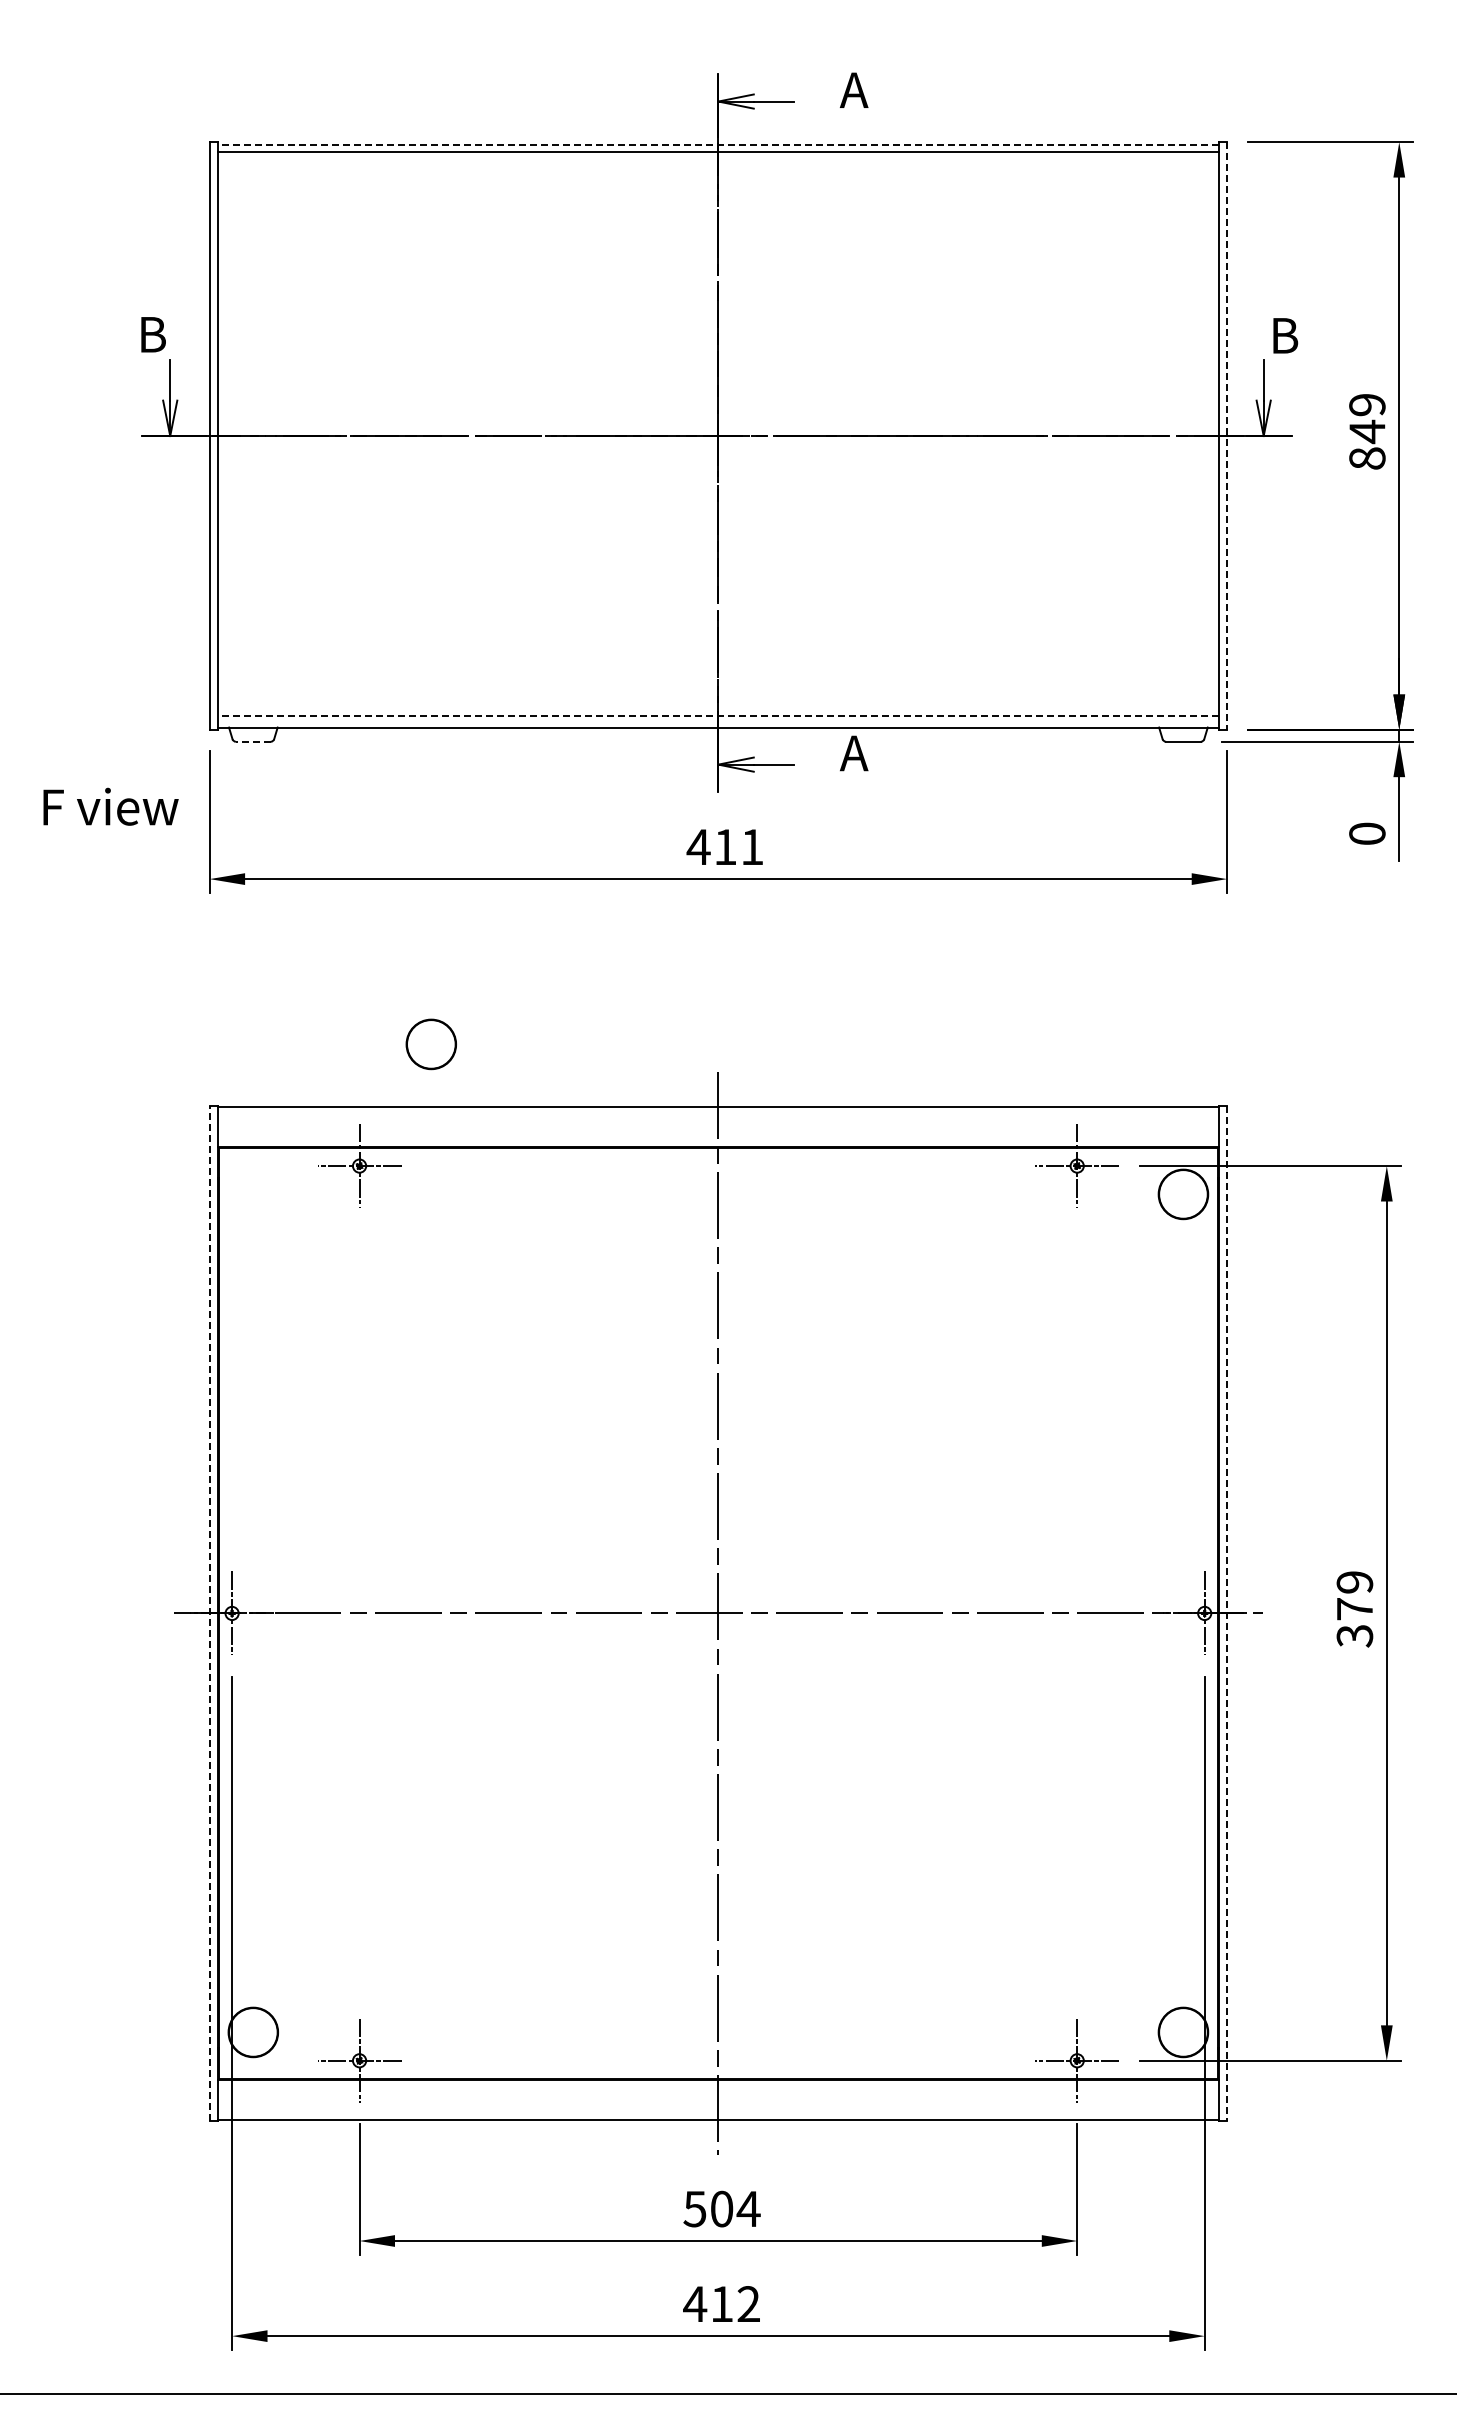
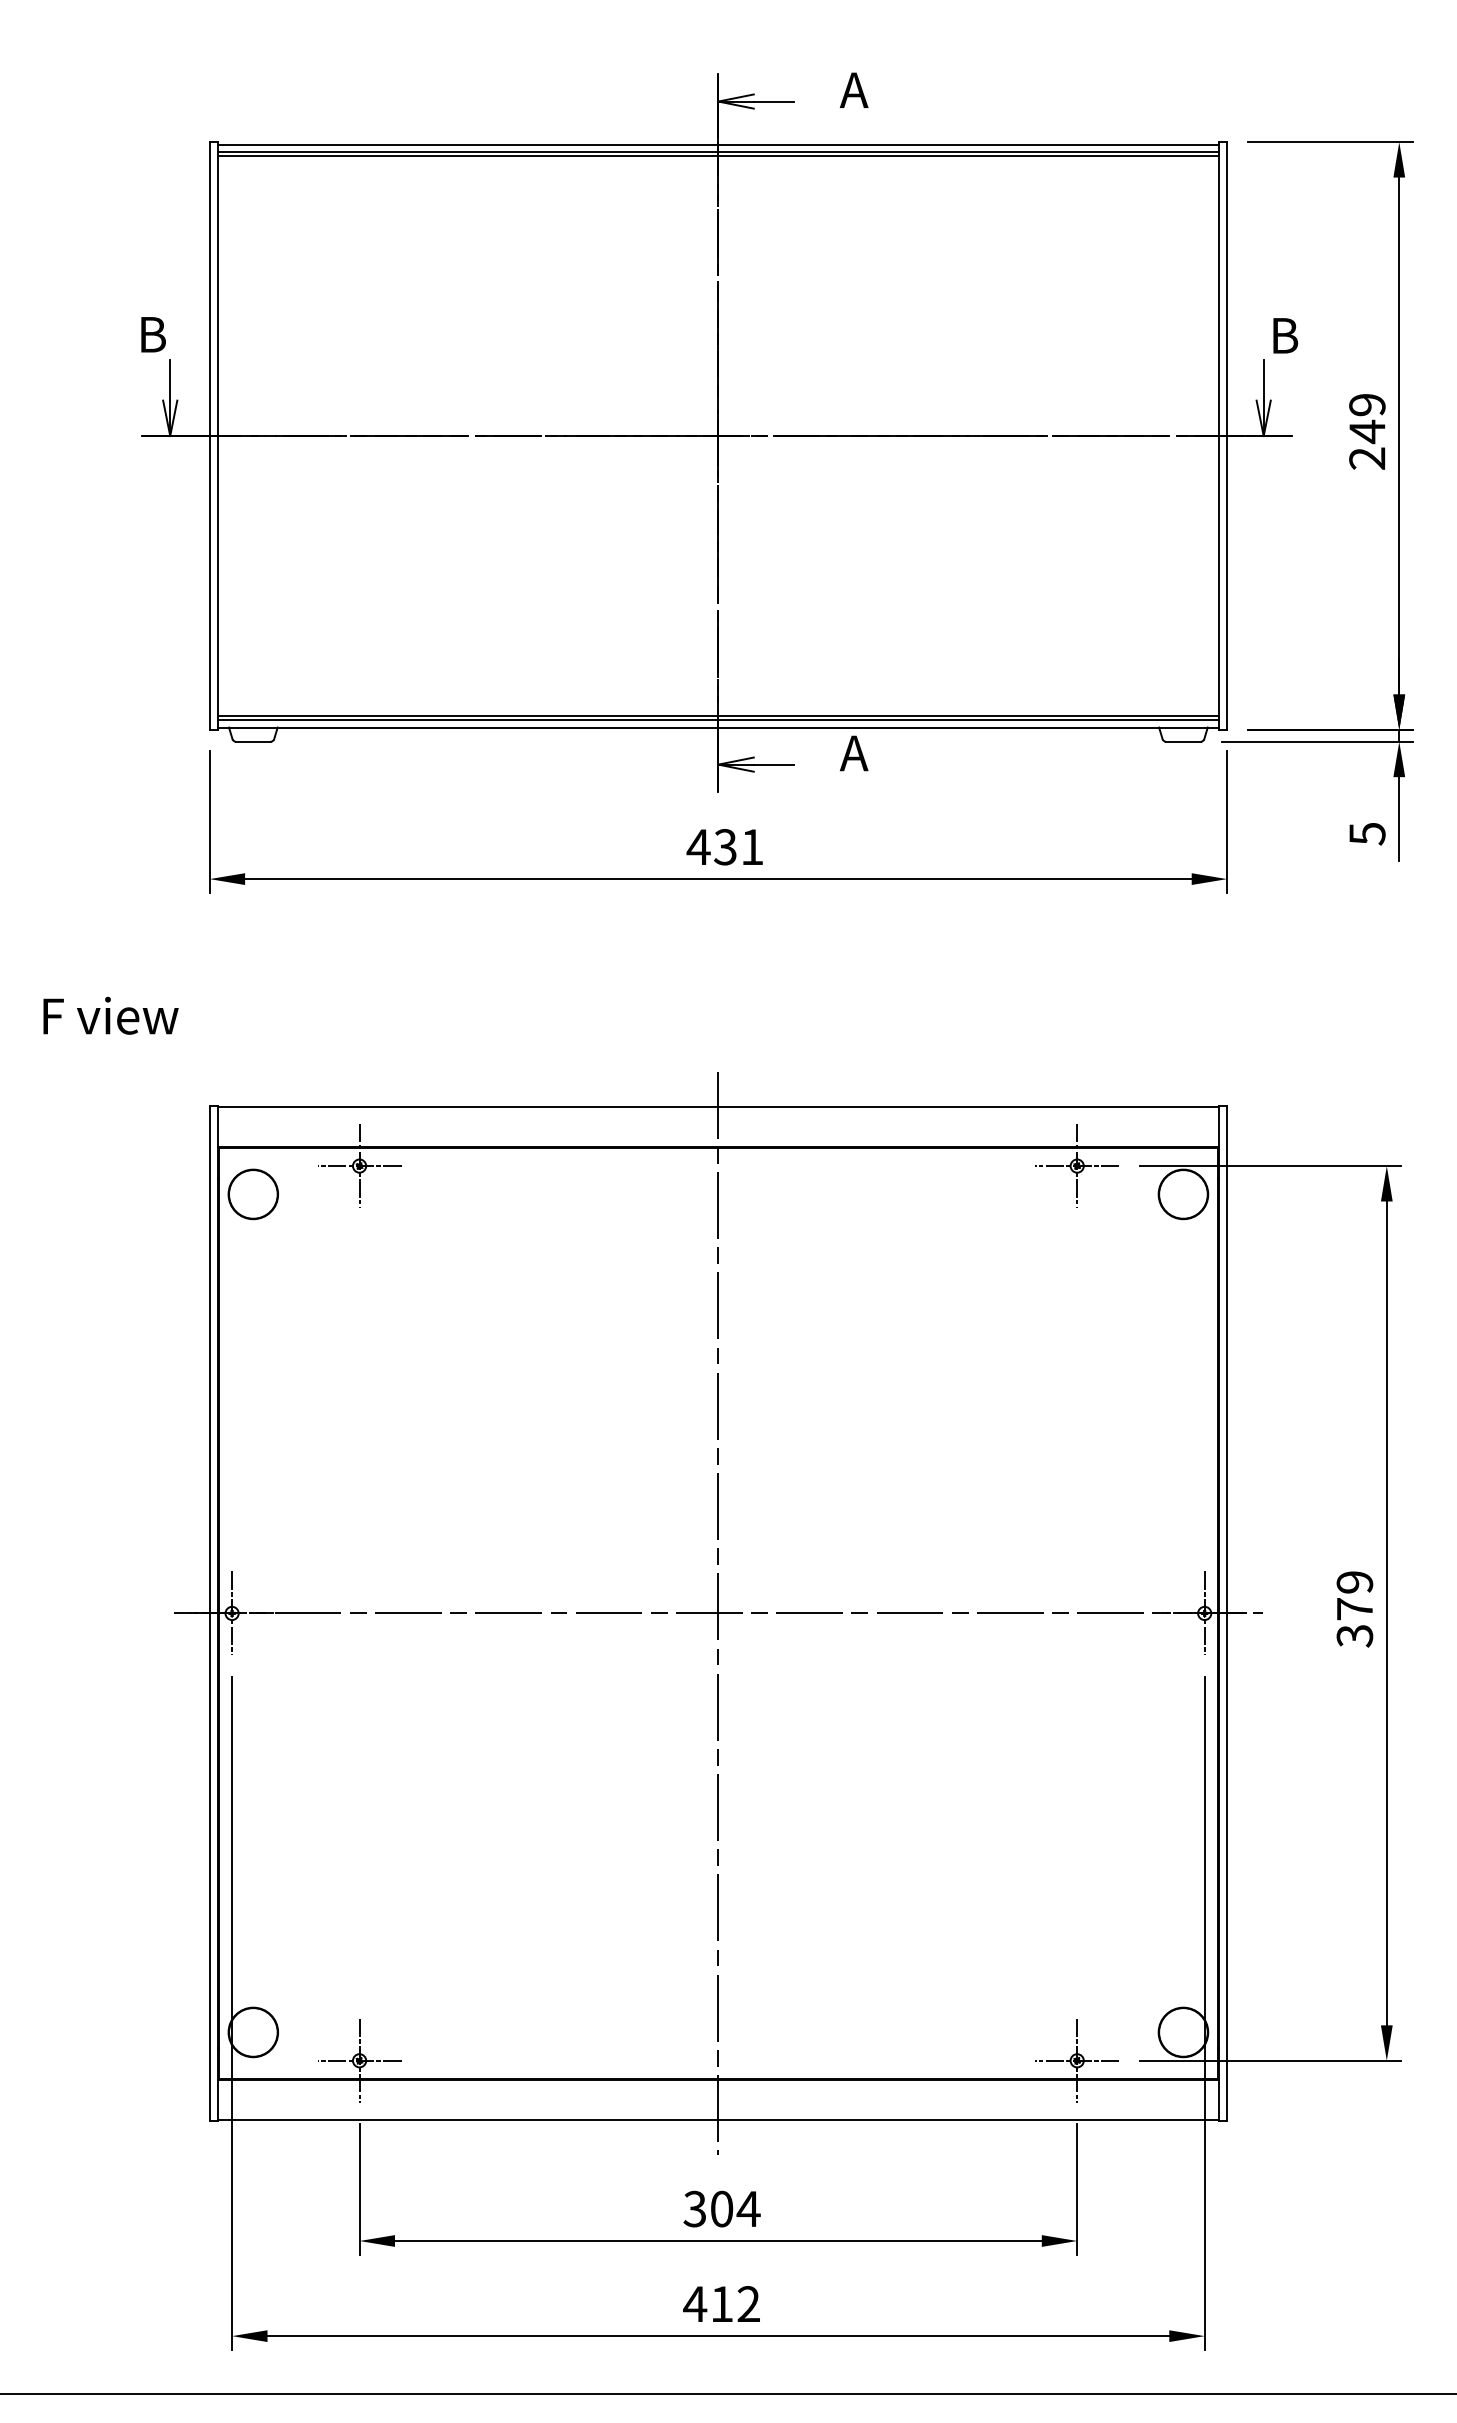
line at (717, 144): dashed -> solid
line at (717, 156): none -> present
line at (1227, 436): dashed -> solid
text at (1367, 458): 849 -> 249
line at (717, 715): dashed -> solid
line at (717, 720): none -> present
line at (252, 741): dashed -> solid
text at (110, 806) position: (110, 806) -> (110, 1015)
text at (1367, 833): 0 -> 5
text at (725, 847): 411 -> 431
part at (430, 1044) position: (430, 1044) -> (252, 1194)
line at (209, 1613): dashed -> solid
line at (1227, 1613): dashed -> solid
text at (694, 2208): 504 -> 304
